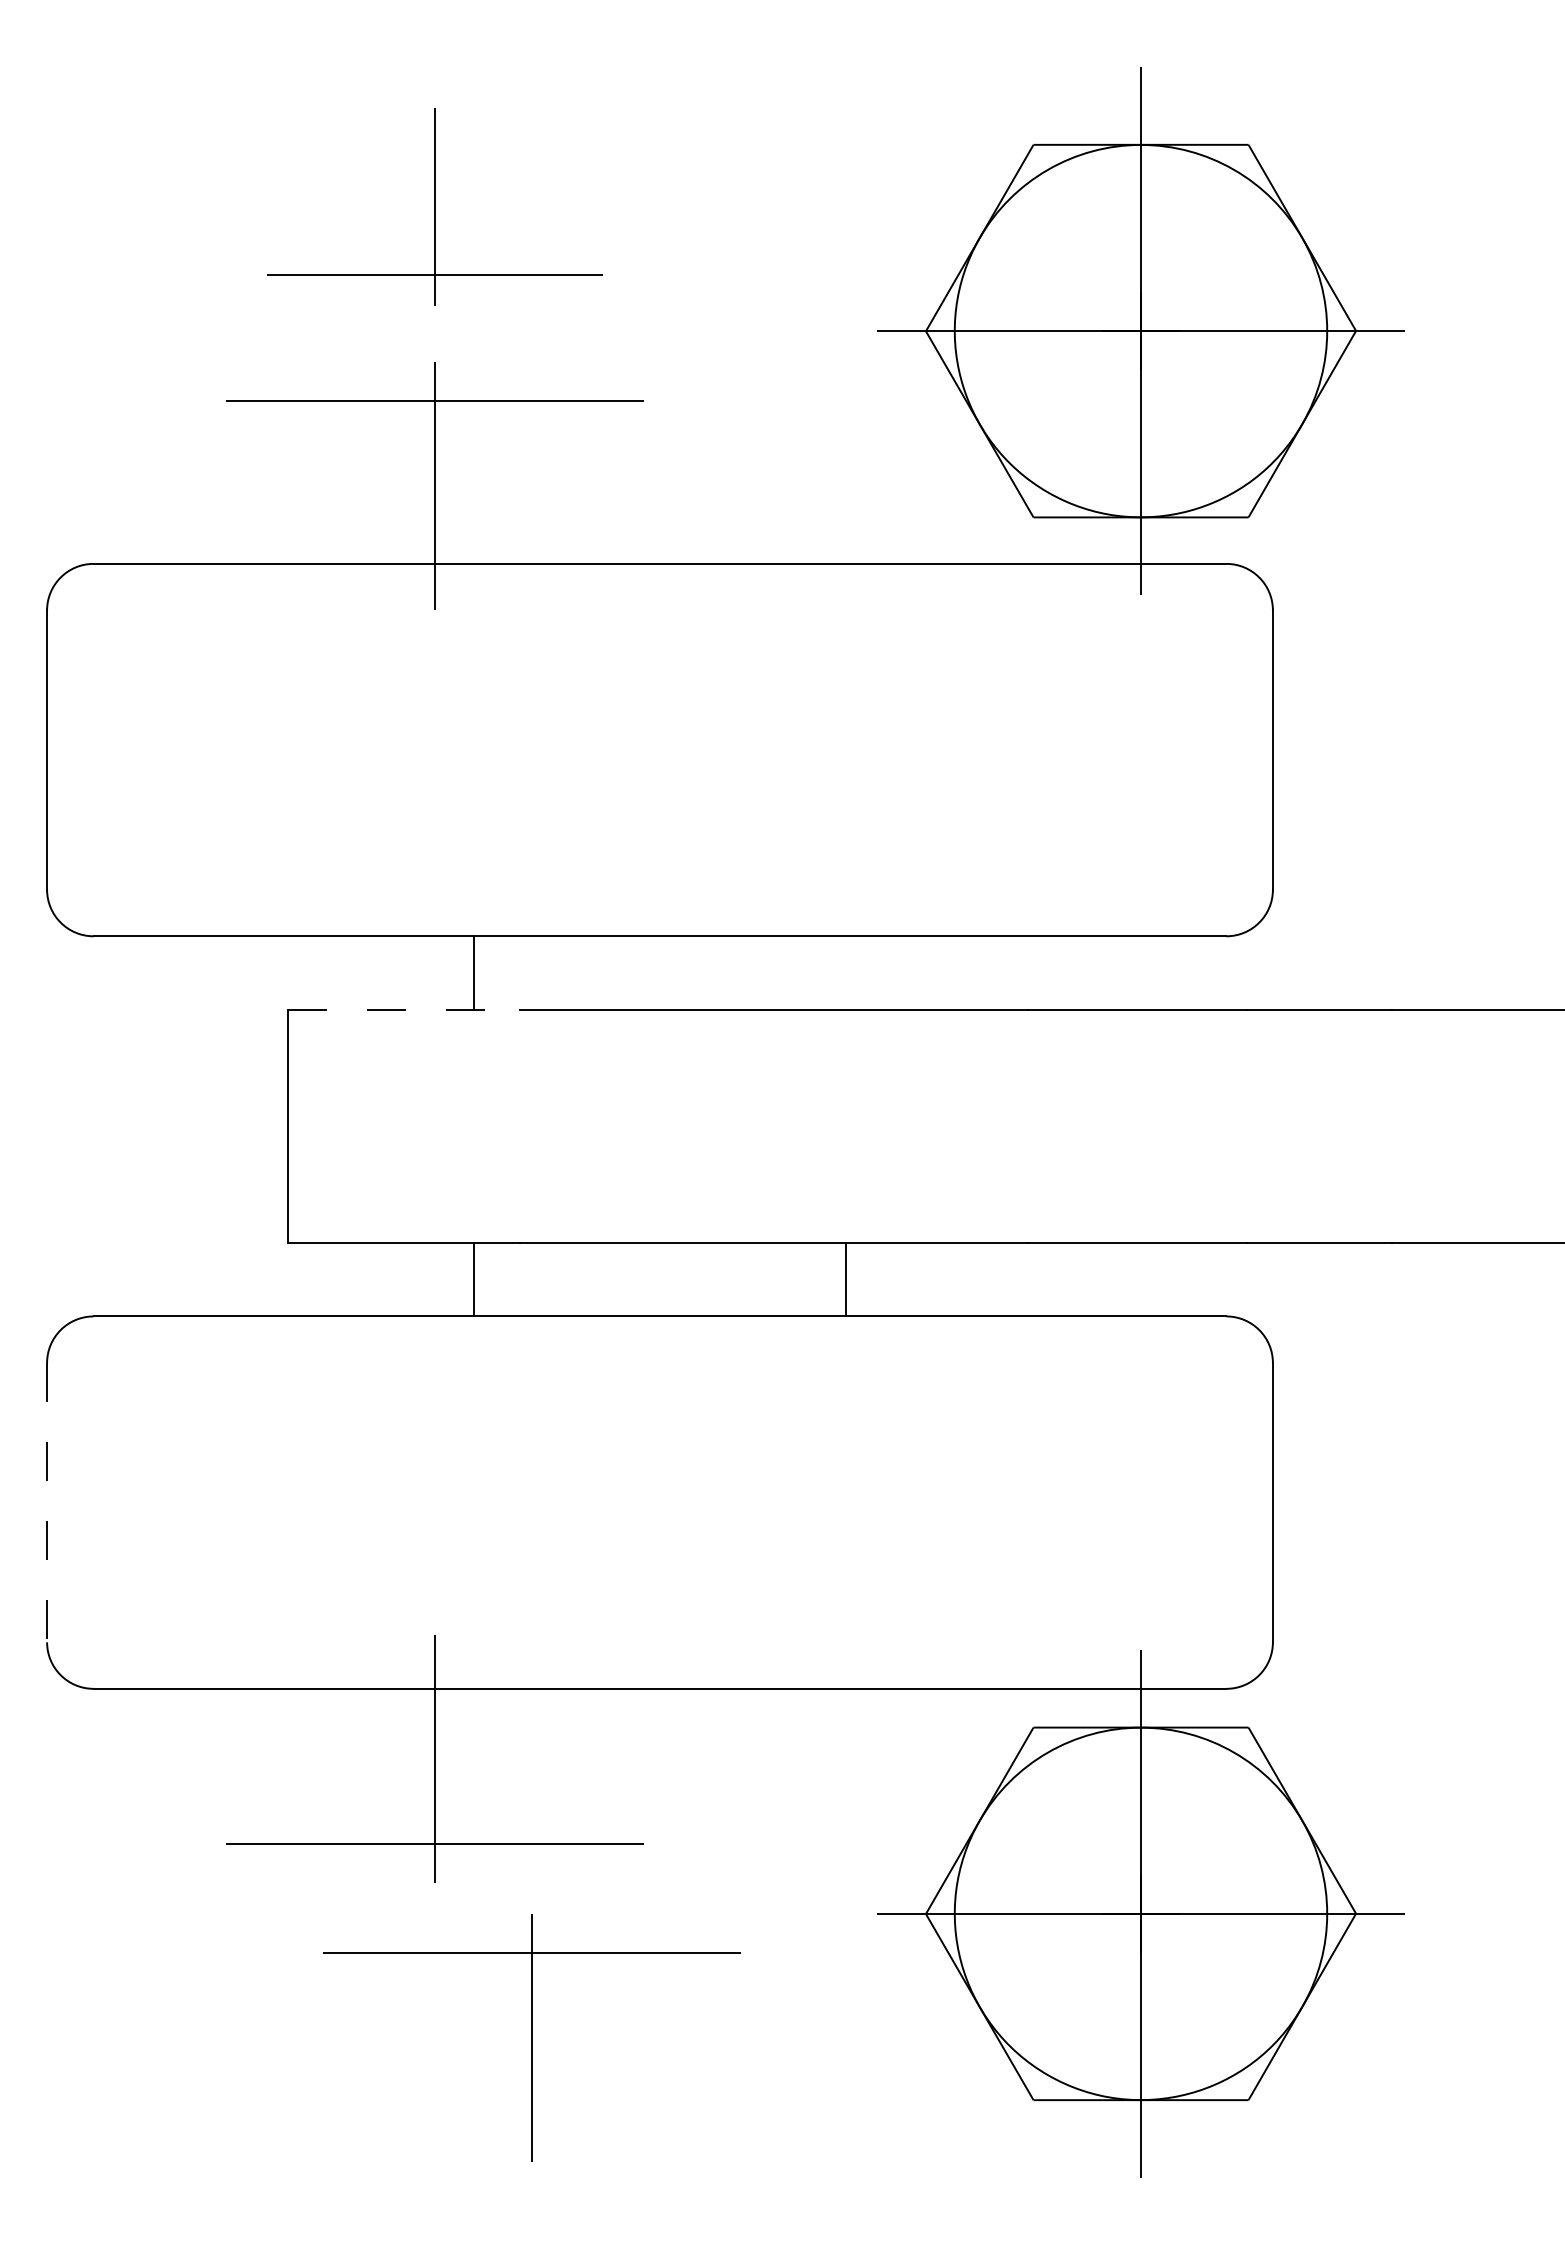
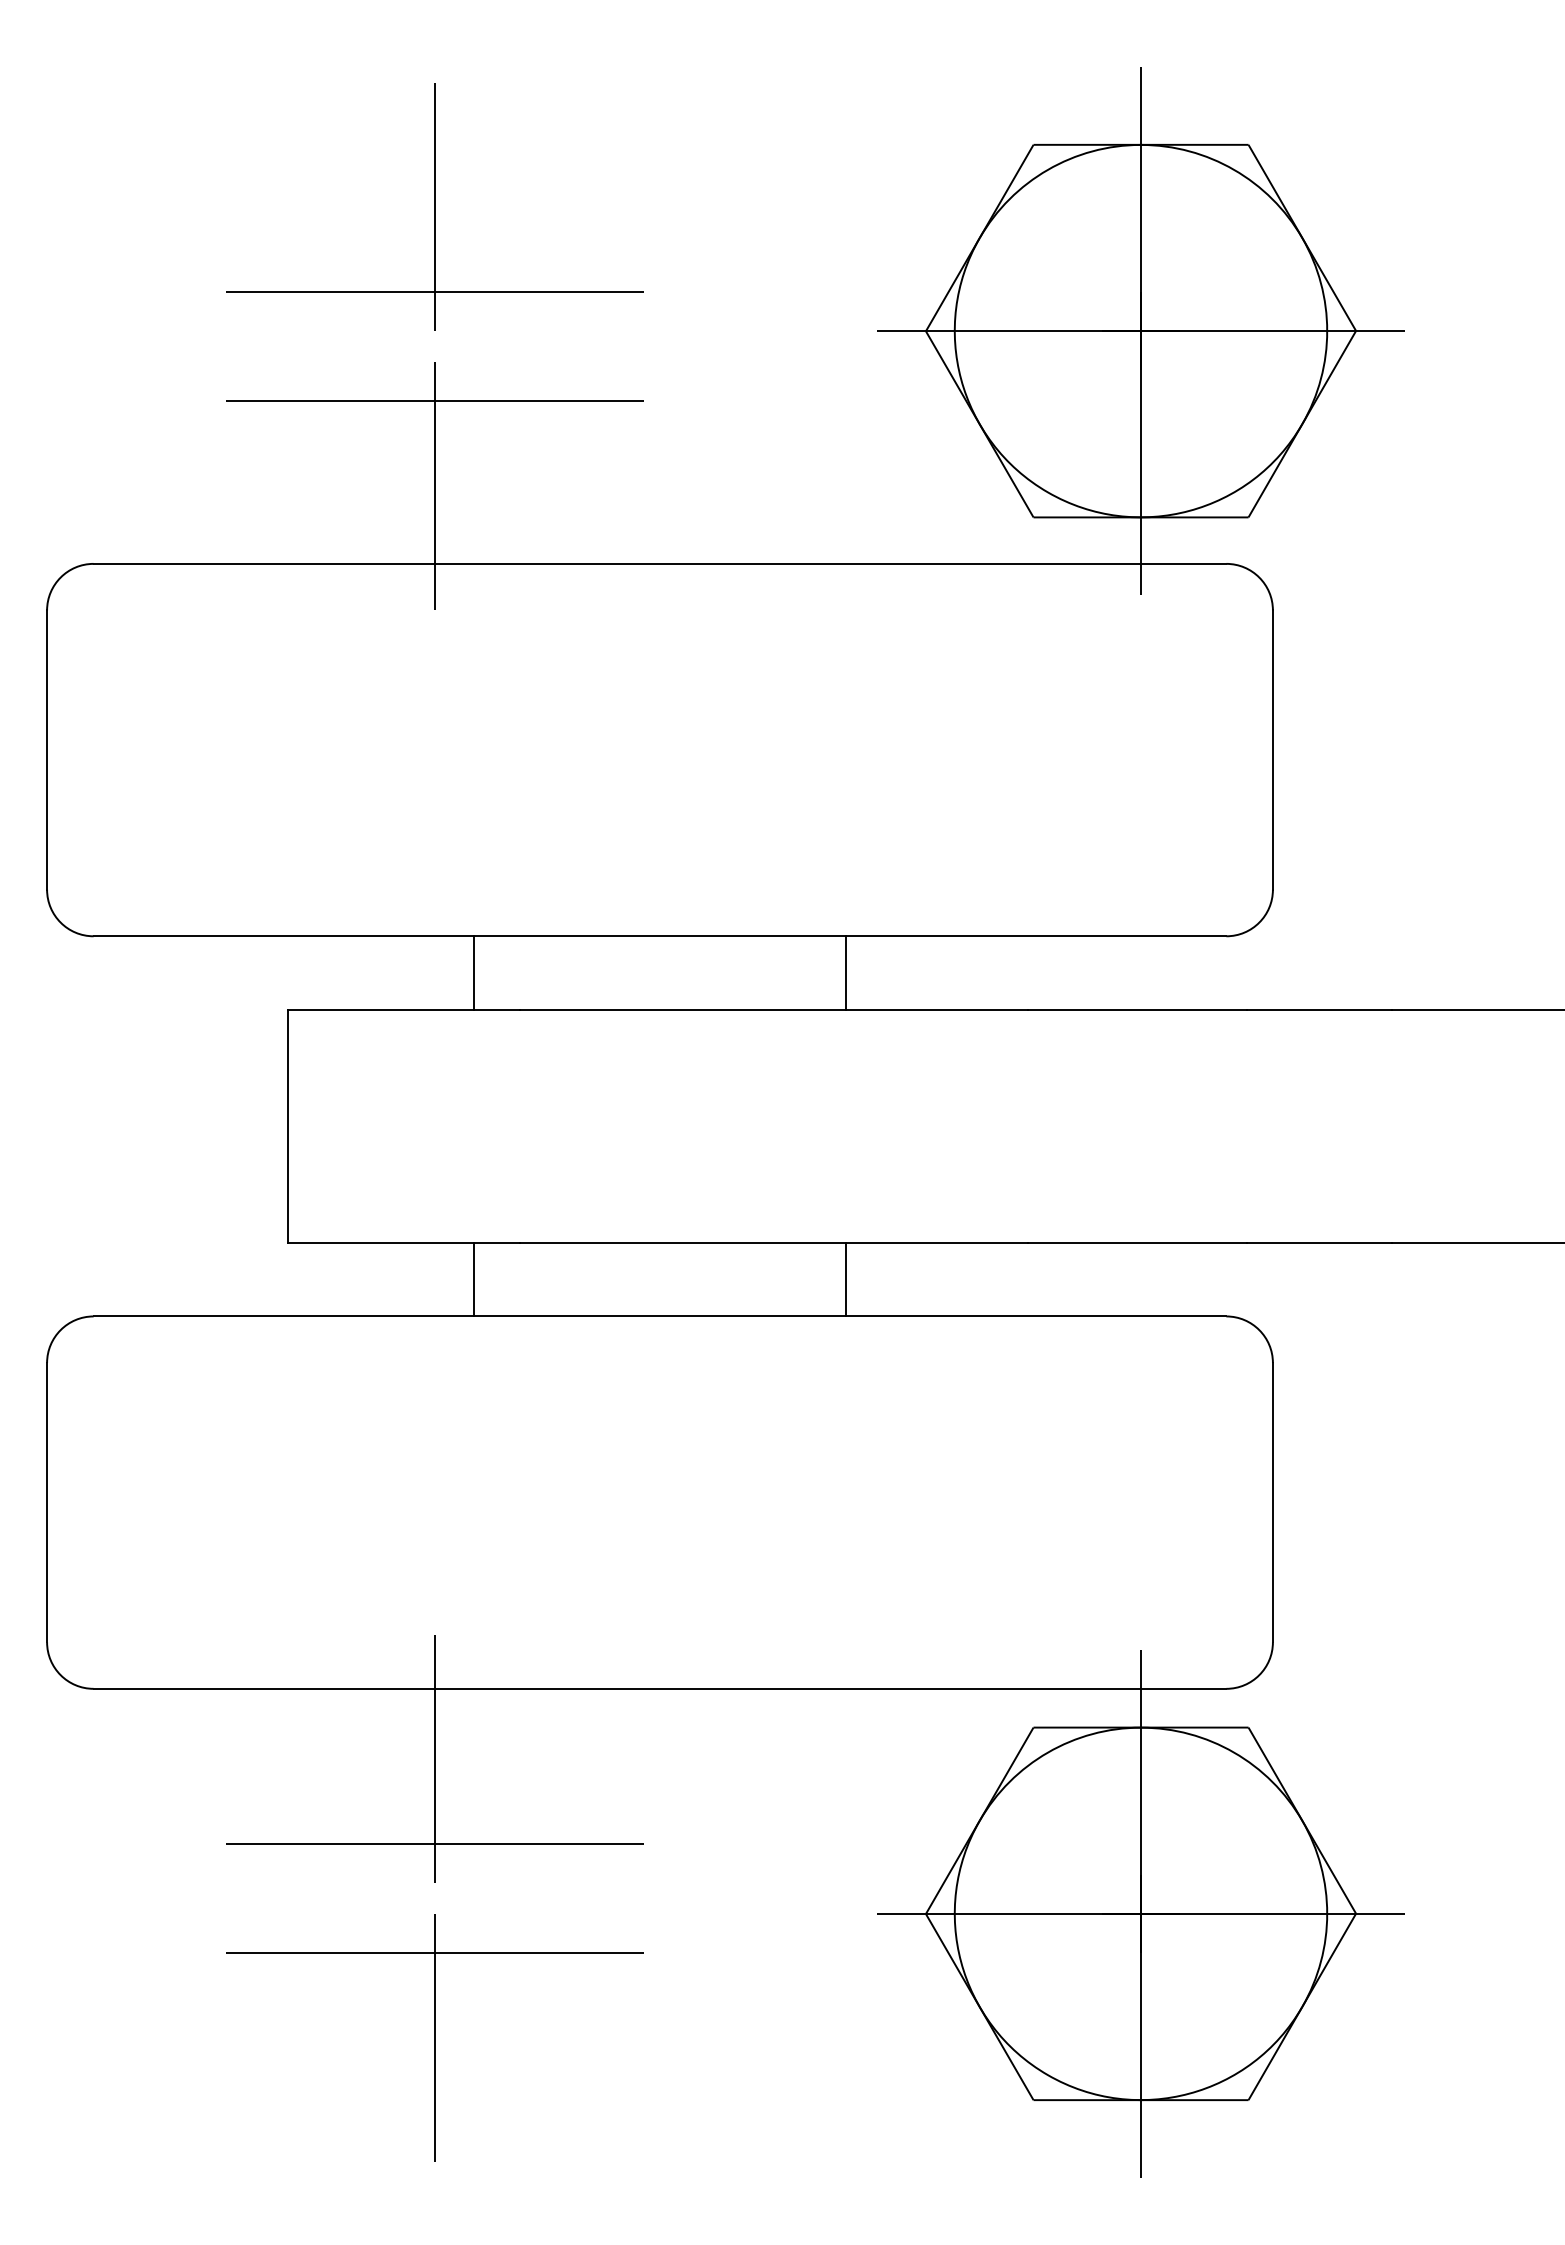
part at (434, 206) size: 336x198 px -> 418x248 px
line at (846, 973): none -> present
line at (404, 1010): dashed -> solid
line at (47, 1502): dashed -> solid
part at (531, 2037) position: (531, 2037) -> (434, 2037)
